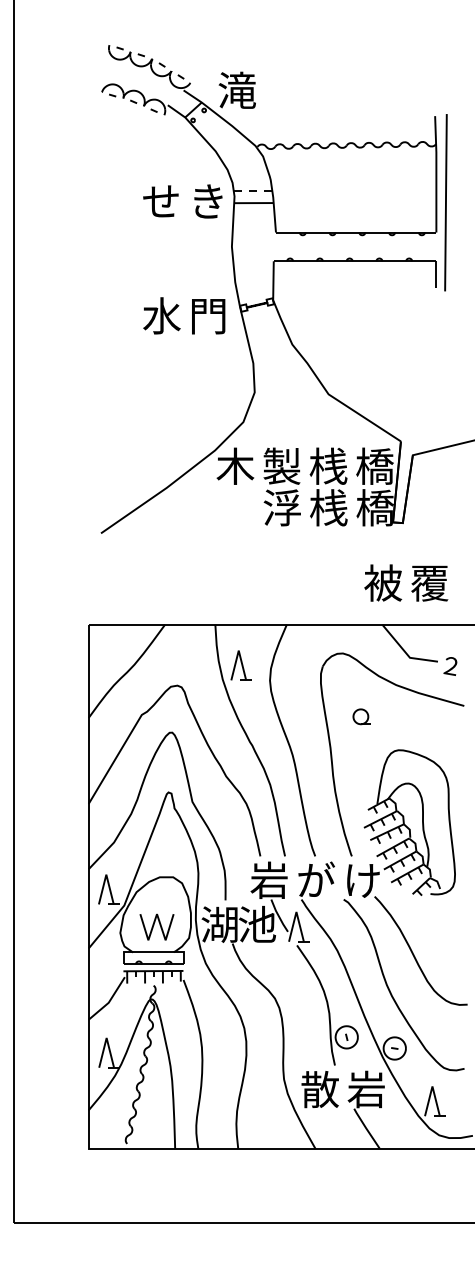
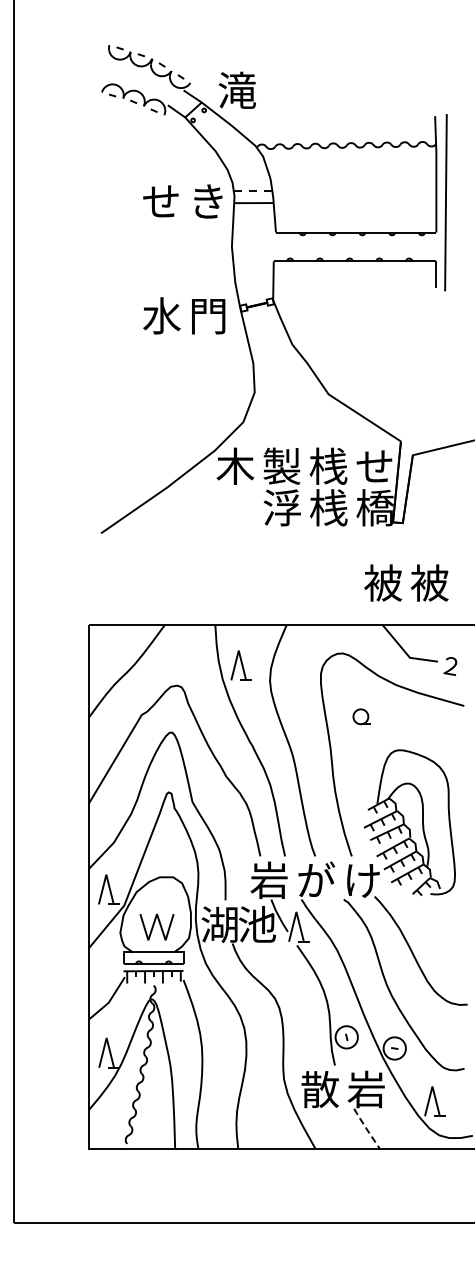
text at (374, 465): 橋 -> せ
text at (429, 582): 覆 -> 被
line at (366, 1128): solid -> dashed
